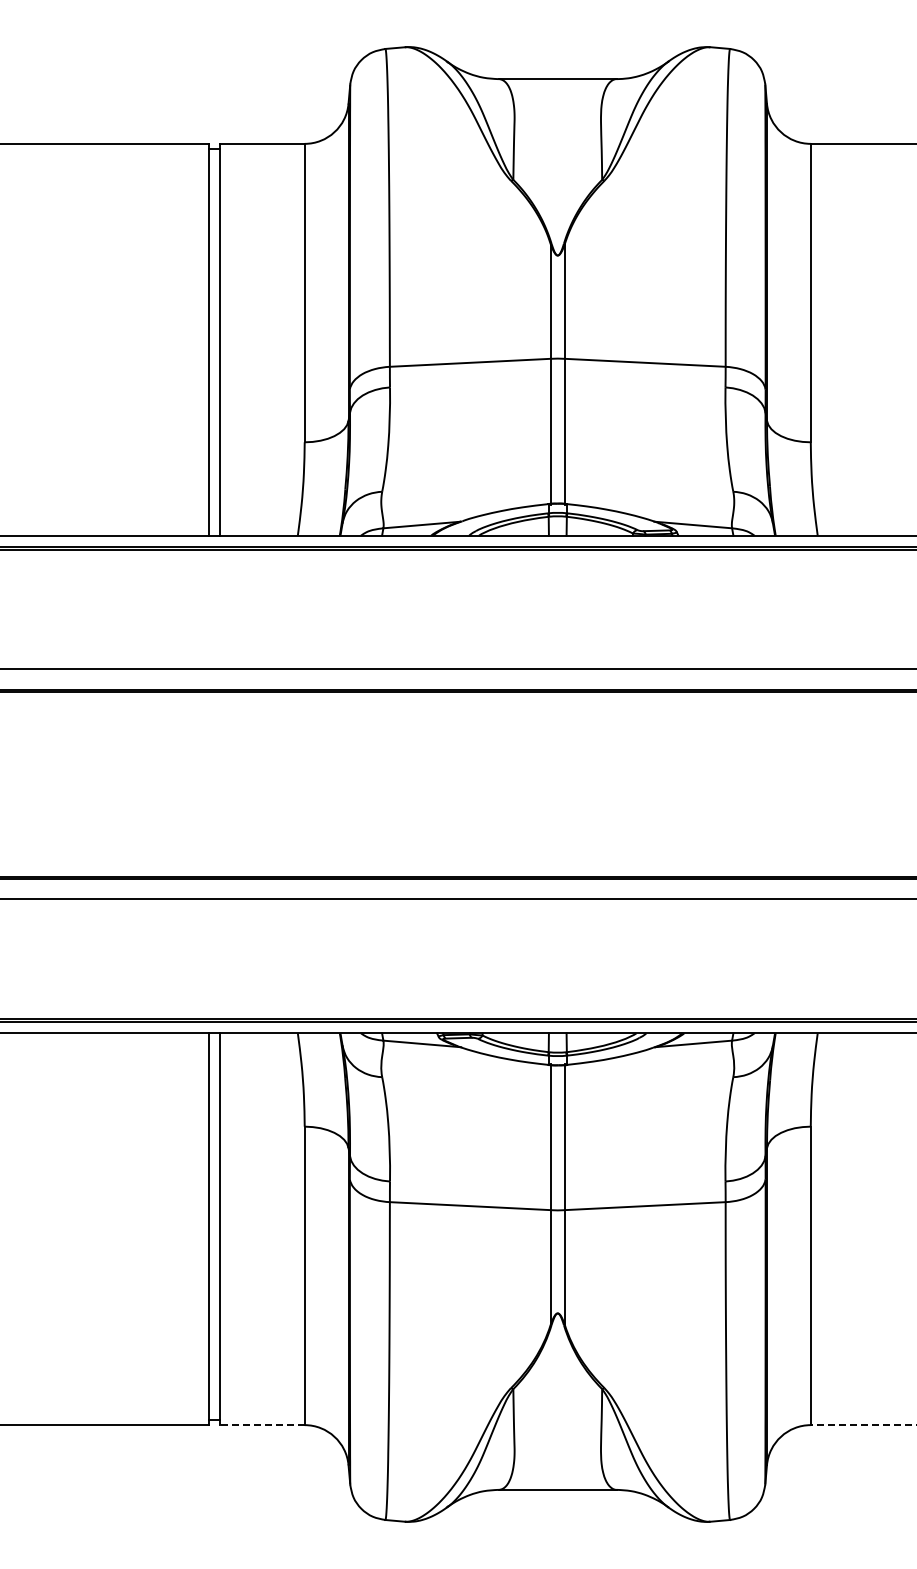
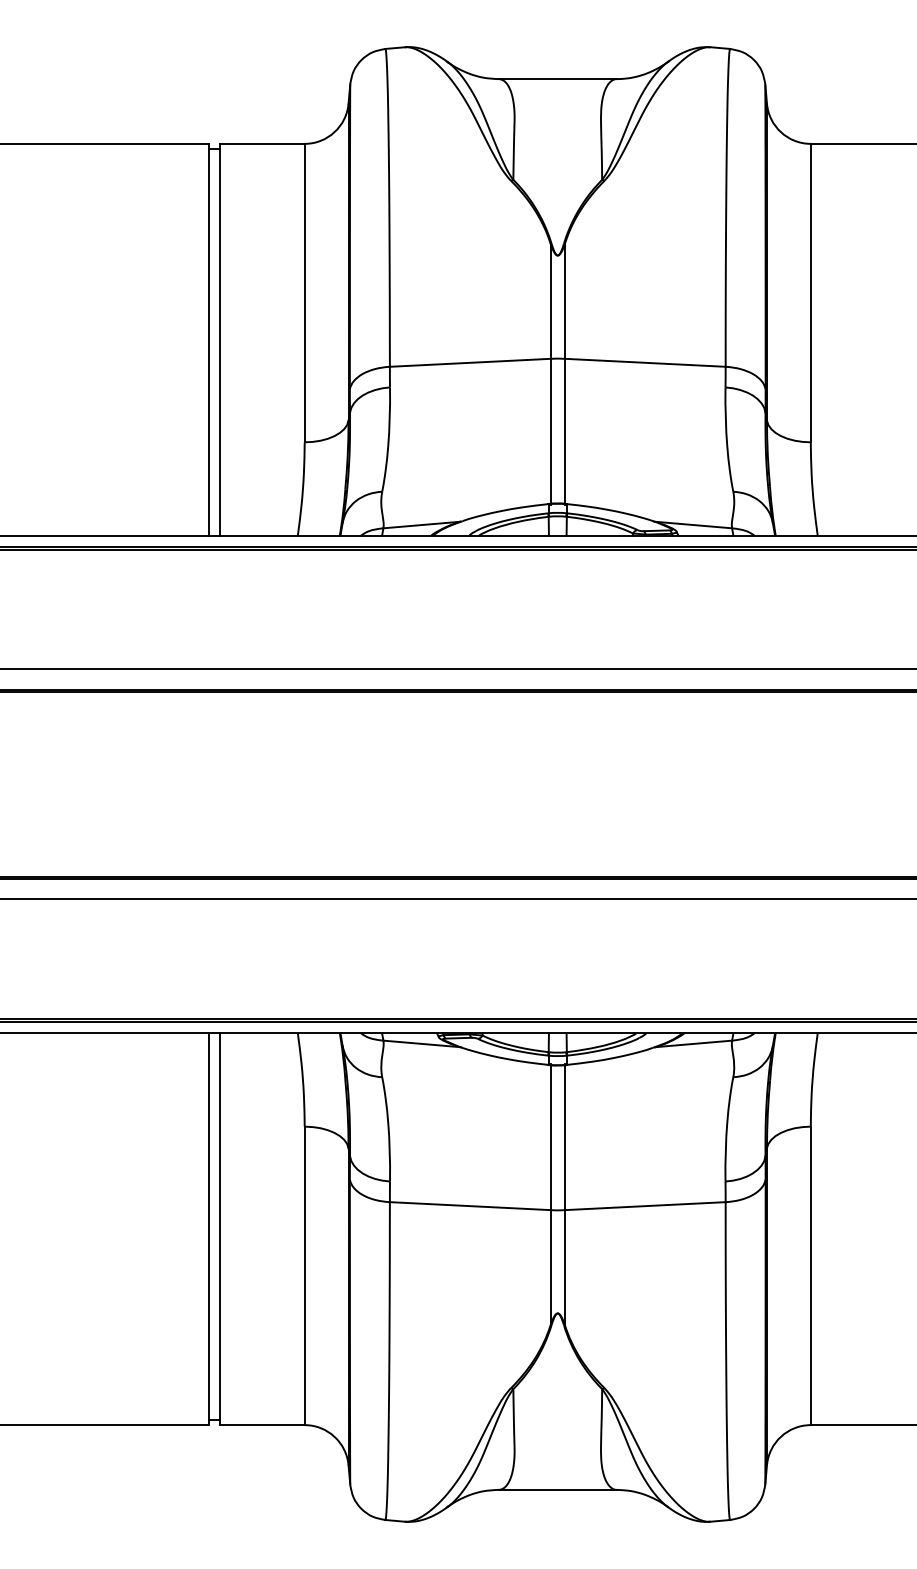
line at (262, 1425): dashed -> solid
line at (863, 1425): dashed -> solid
